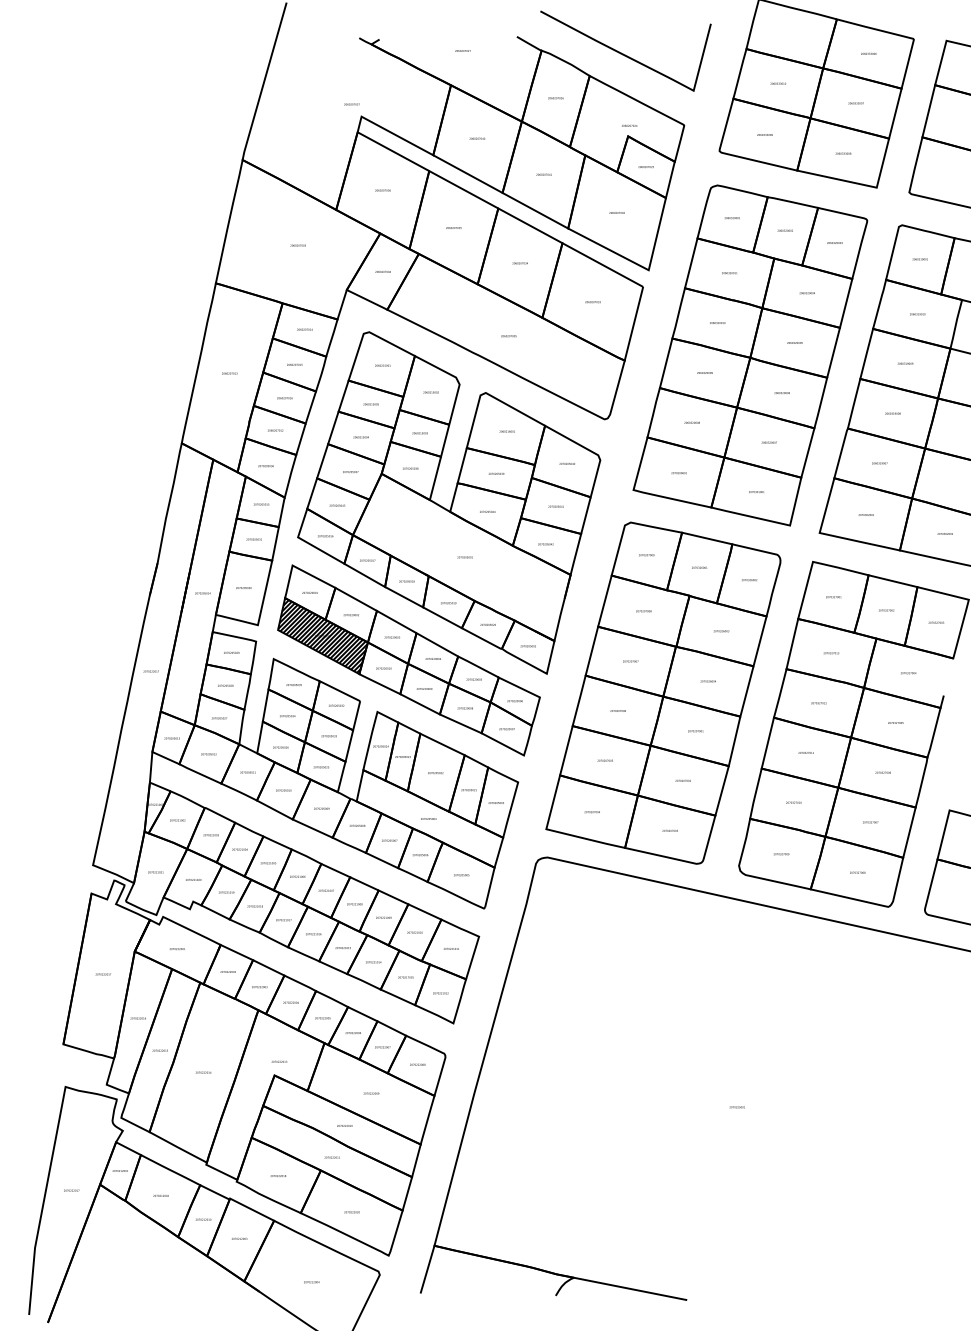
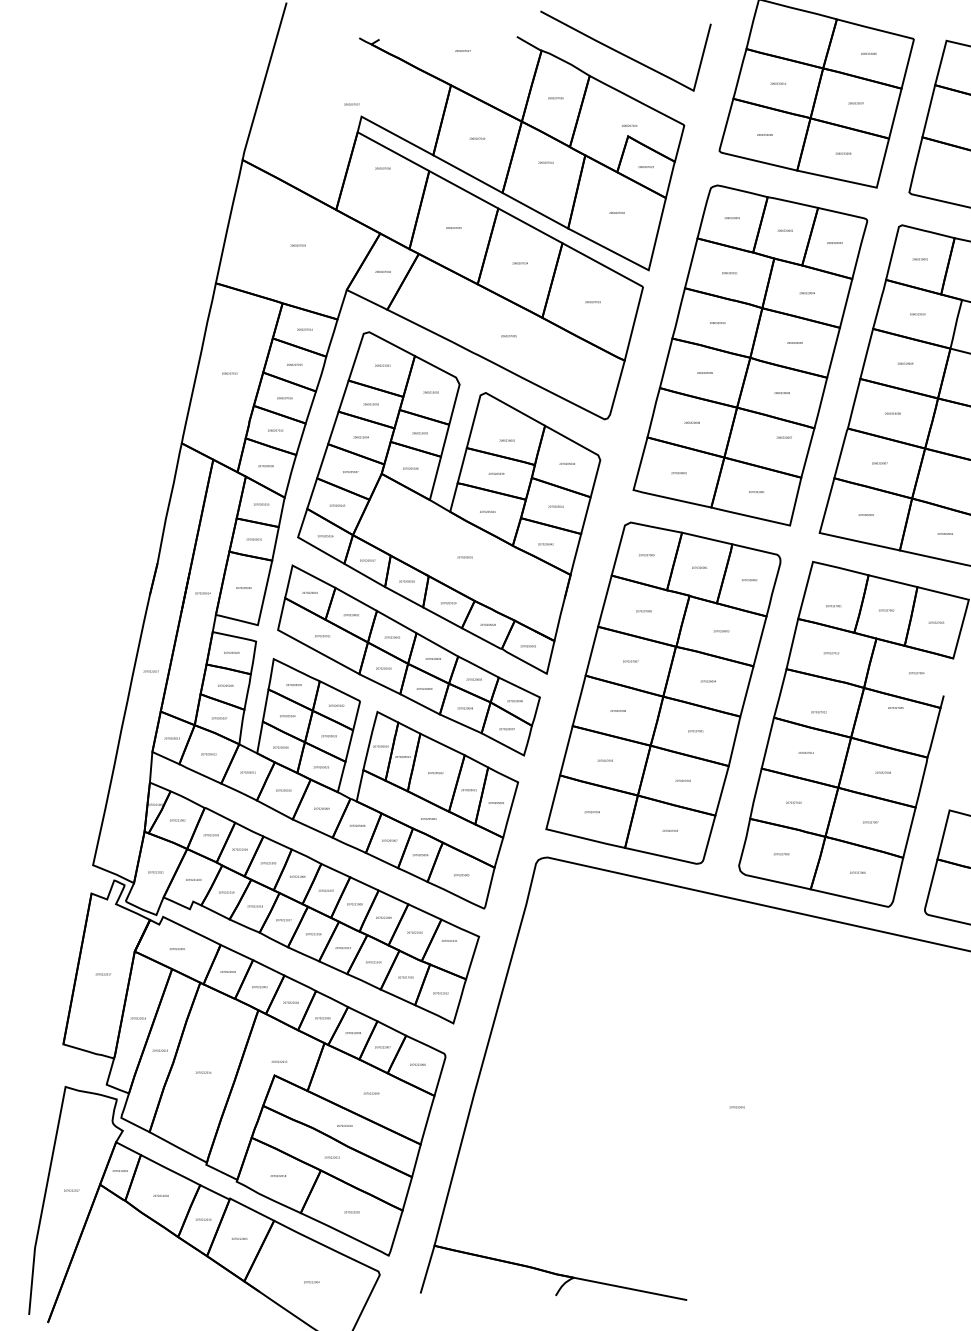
text at (543, 174) position: (543, 174) -> (545, 162)
text at (382, 190) position: (382, 190) -> (382, 168)
text at (506, 431) position: (506, 431) -> (506, 440)
text at (768, 442) position: (768, 442) -> (783, 437)
text at (833, 597) position: (833, 597) -> (833, 606)
hatch at (322, 635): present -> none
text at (908, 673) position: (908, 673) -> (916, 673)
text at (818, 703) position: (818, 703) -> (818, 712)
text at (895, 722) position: (895, 722) -> (895, 707)
text at (450, 948) position: (450, 948) -> (448, 940)
